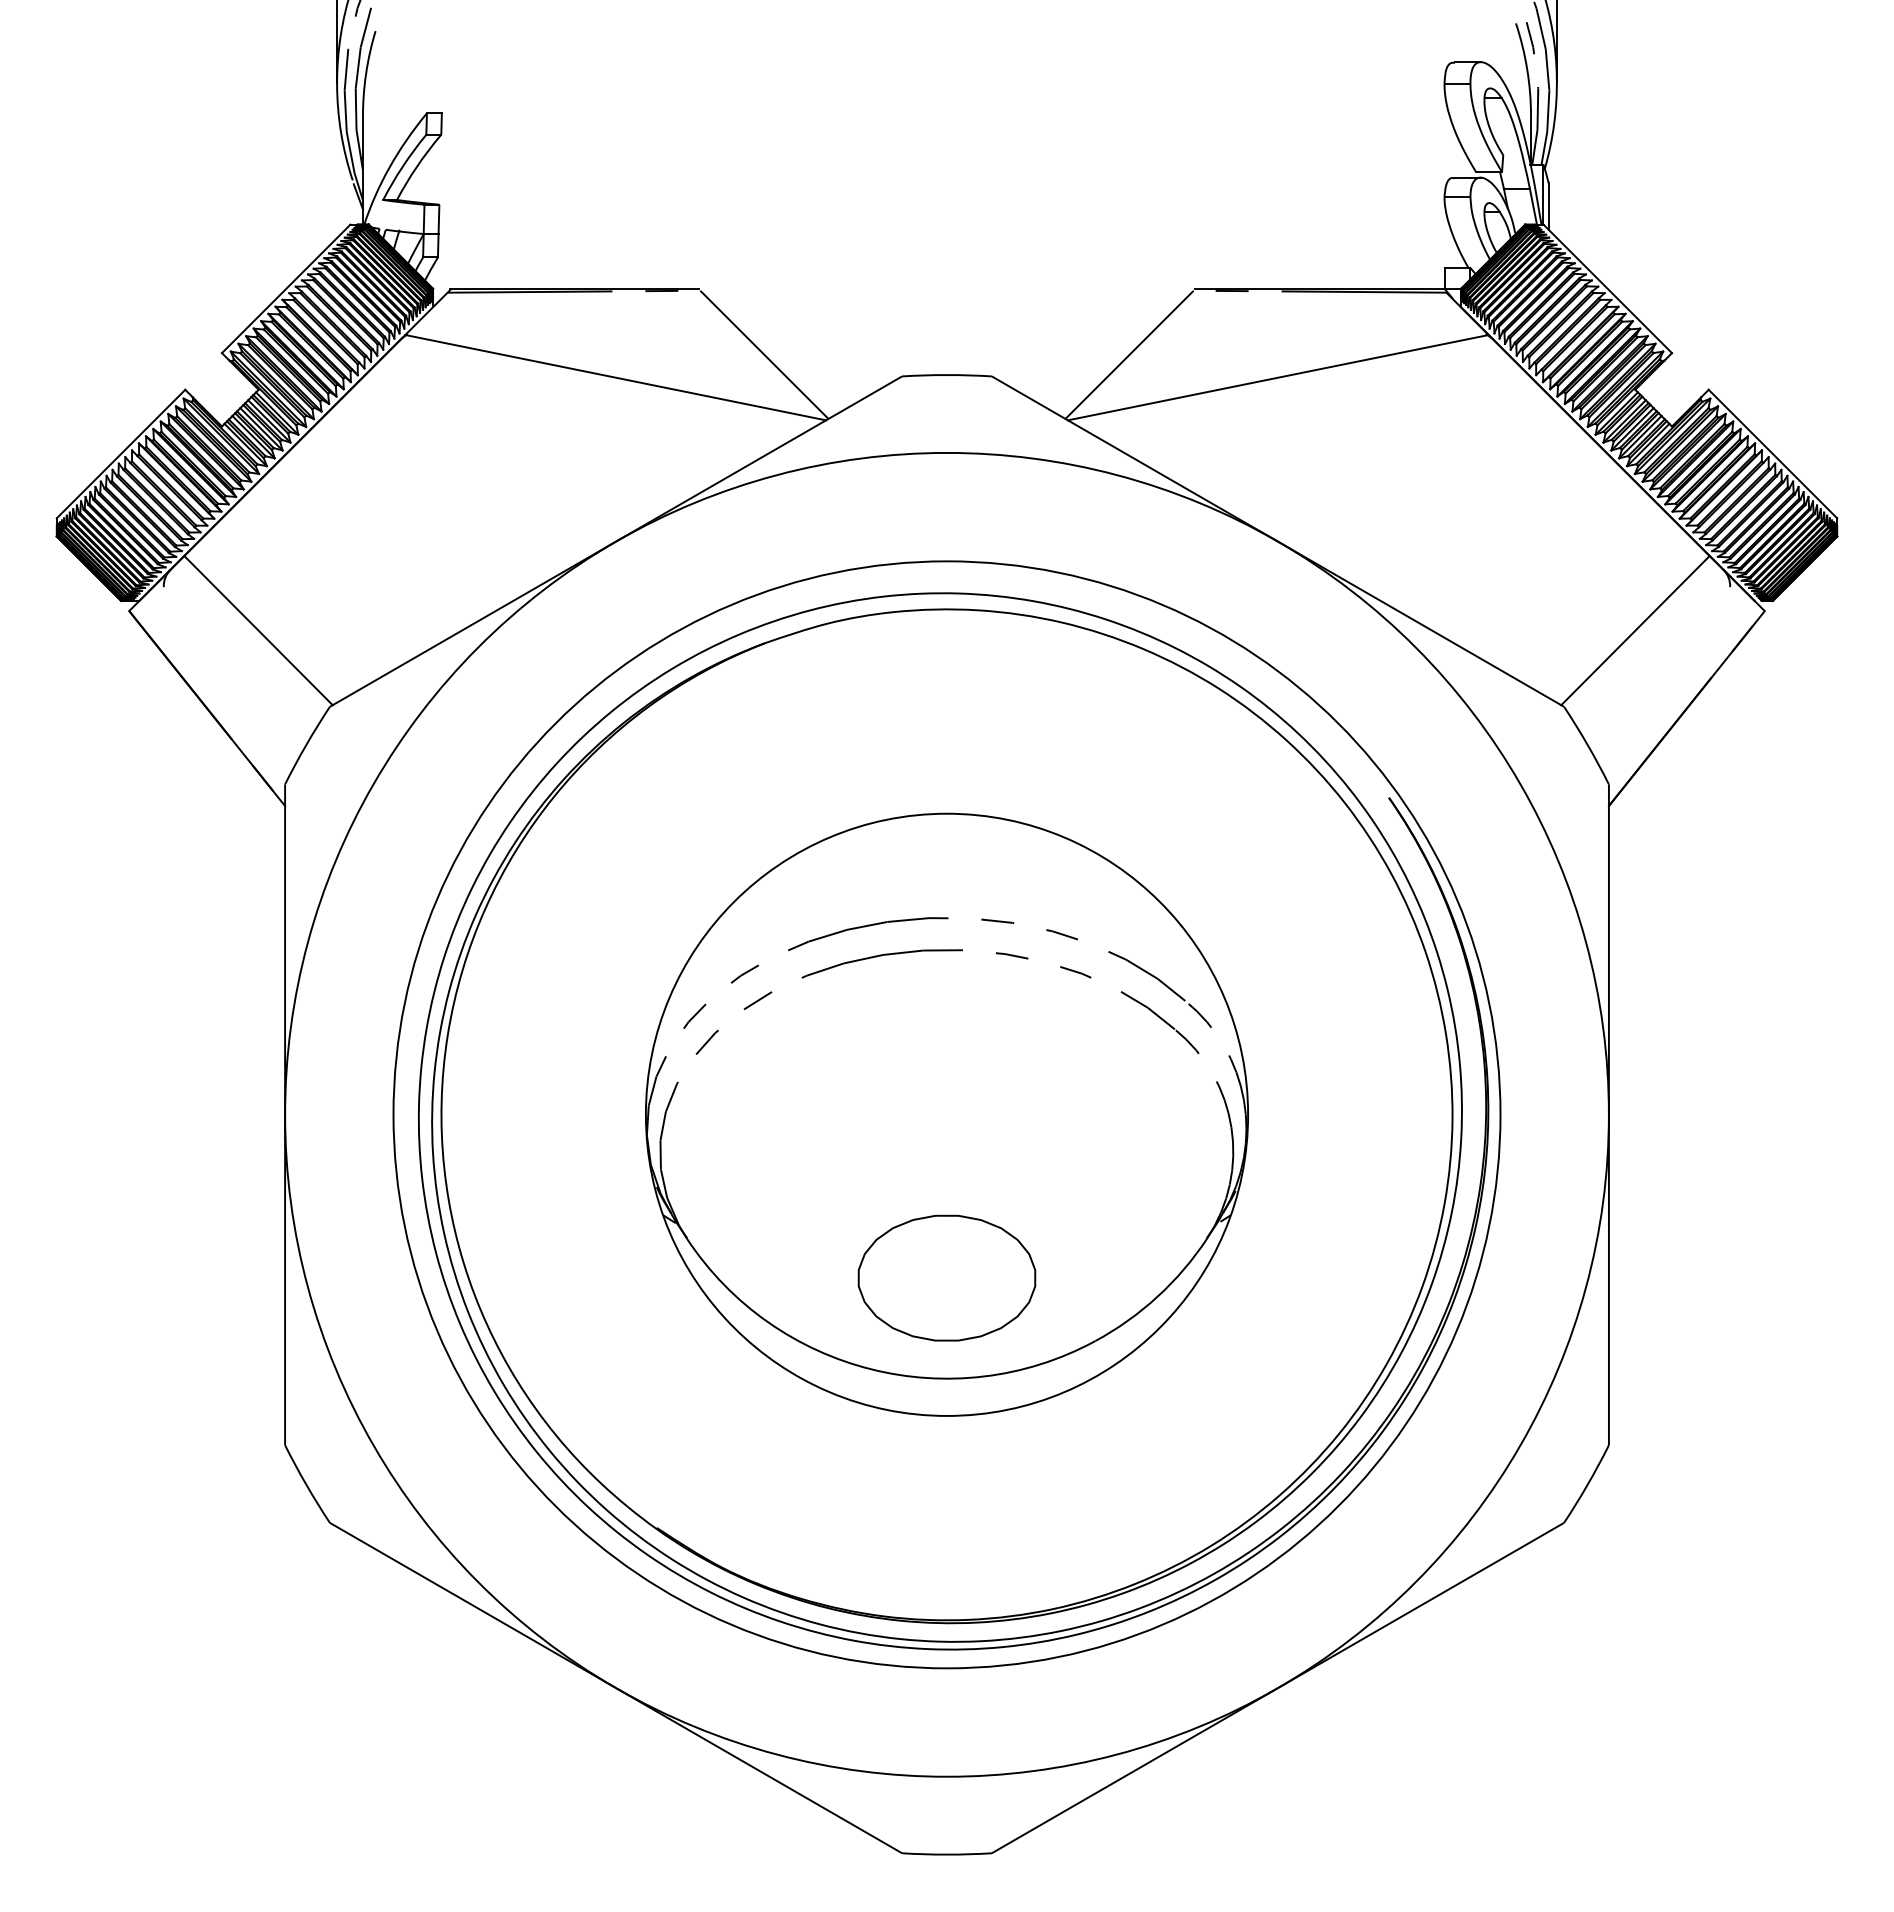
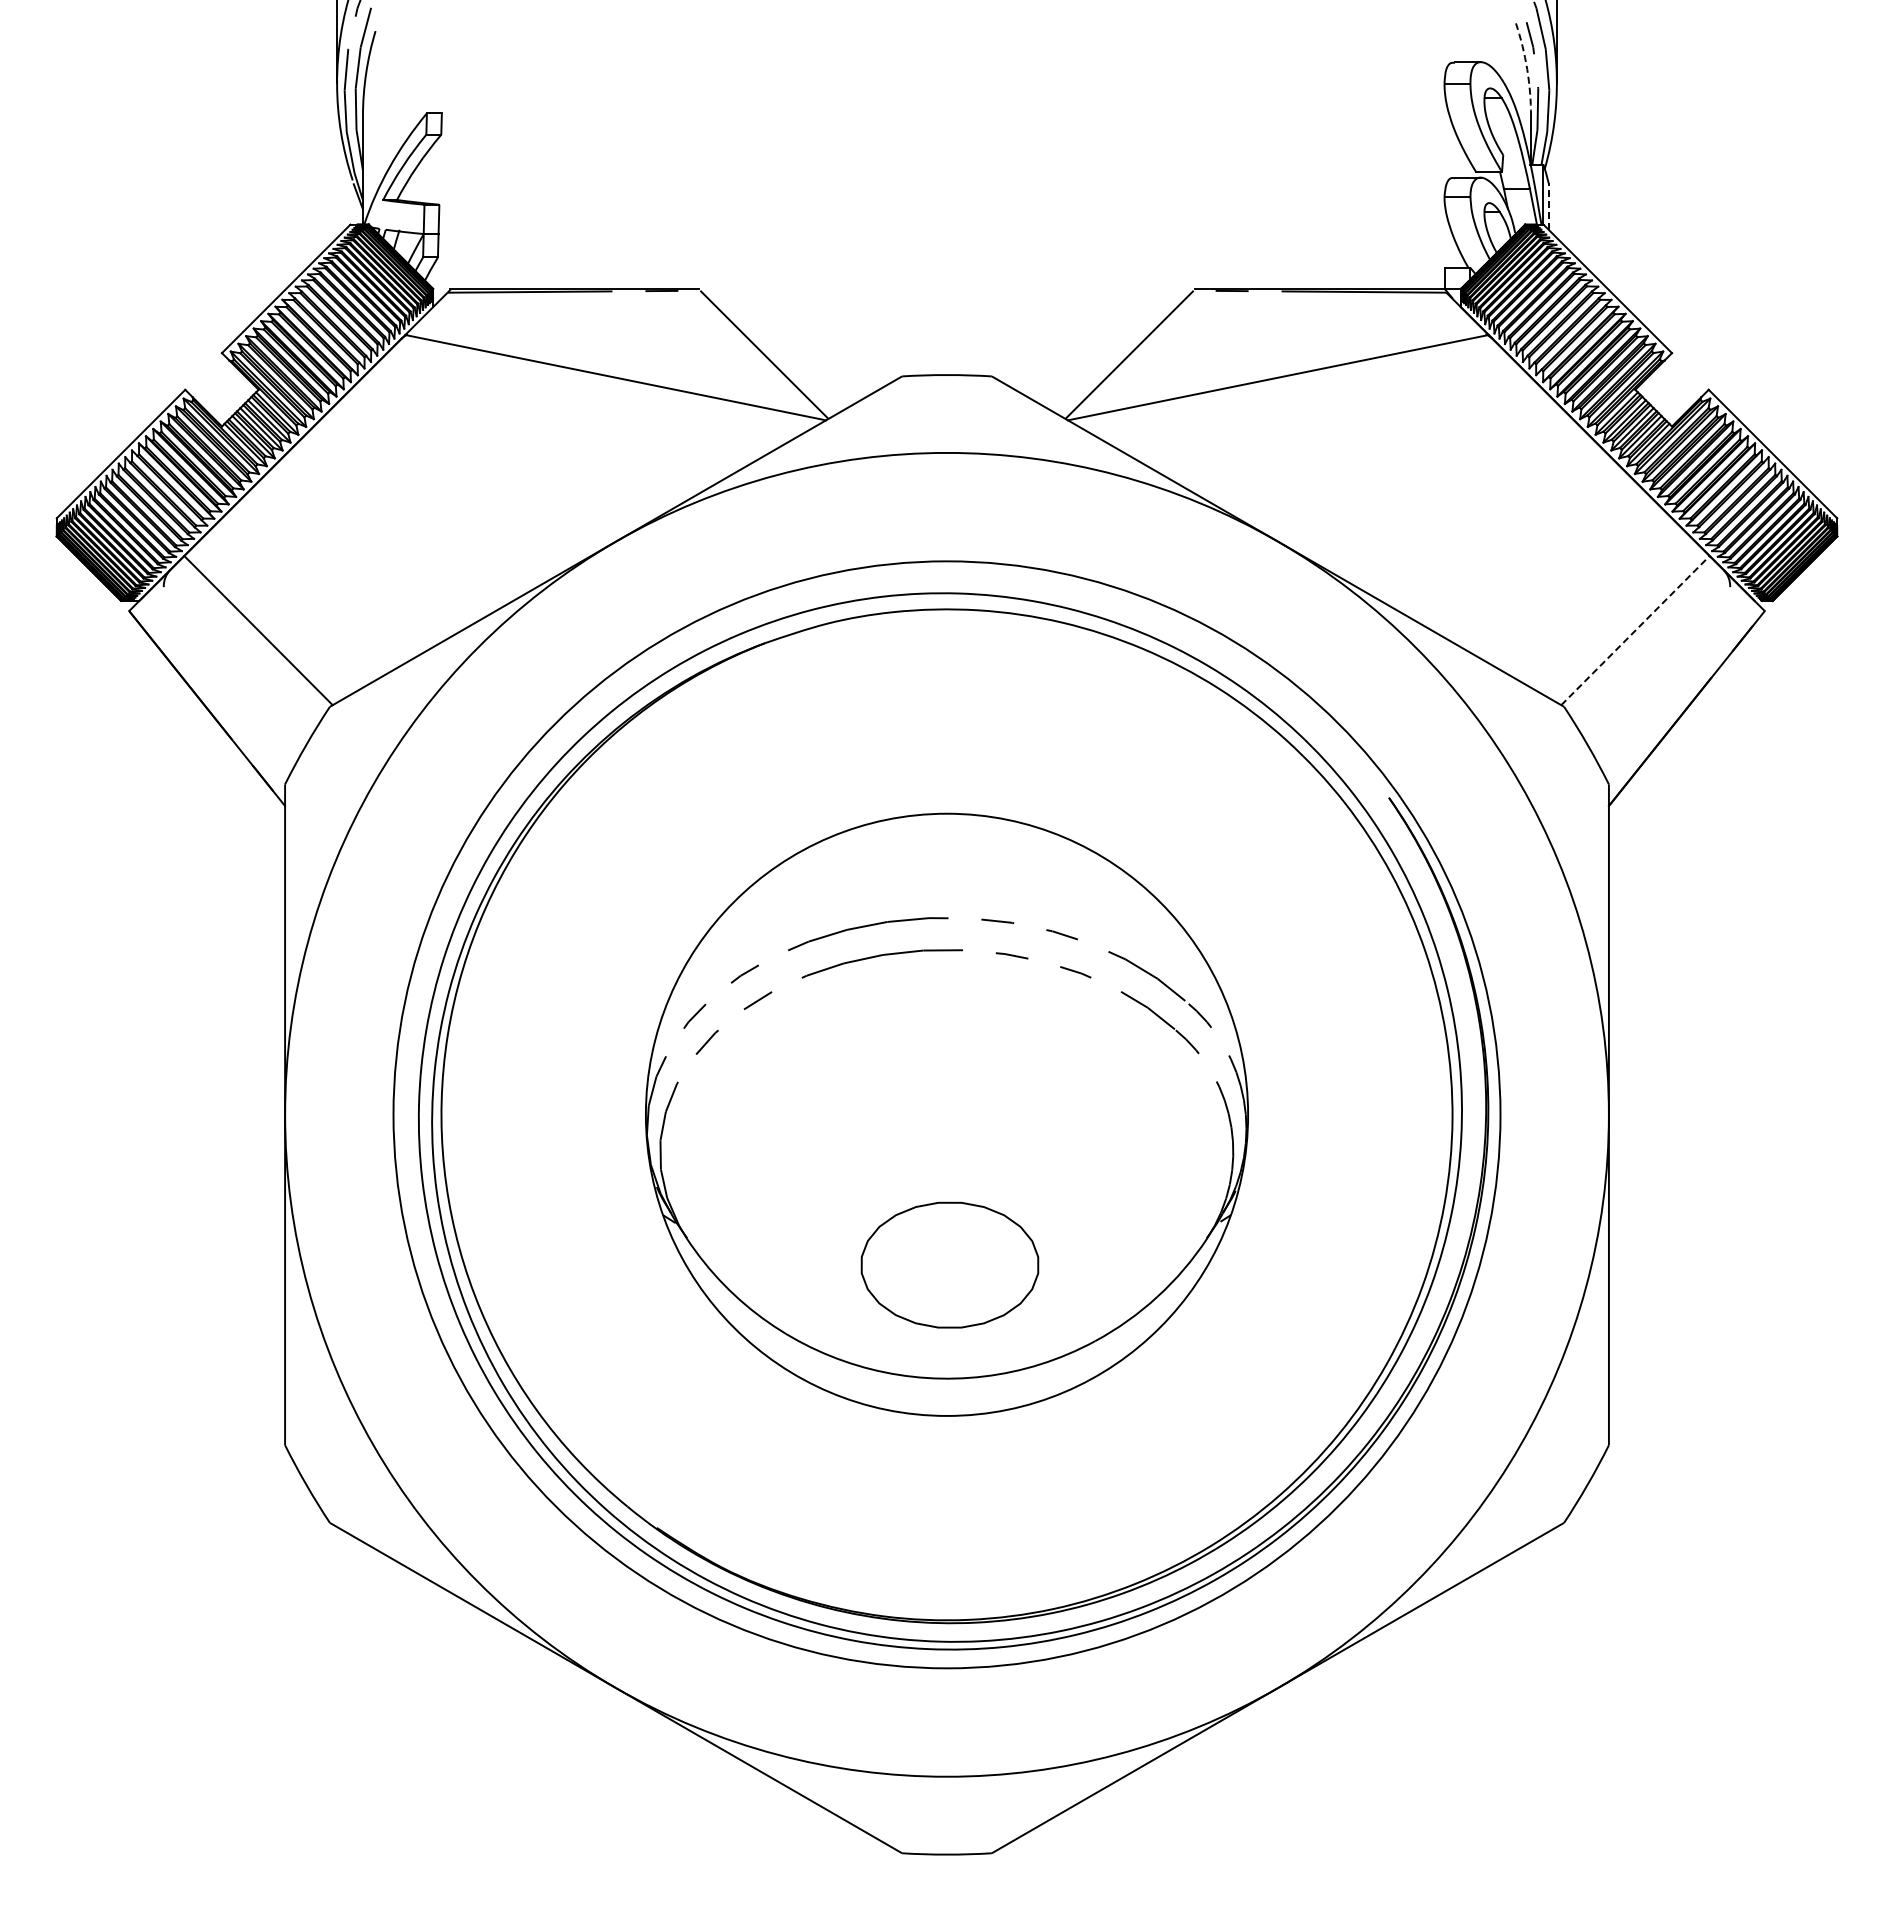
arc at (1527, 69): solid -> dashed
line at (1548, 206): solid -> dashed
line at (1635, 630): solid -> dashed
part at (946, 1277) position: (946, 1277) -> (949, 1264)
